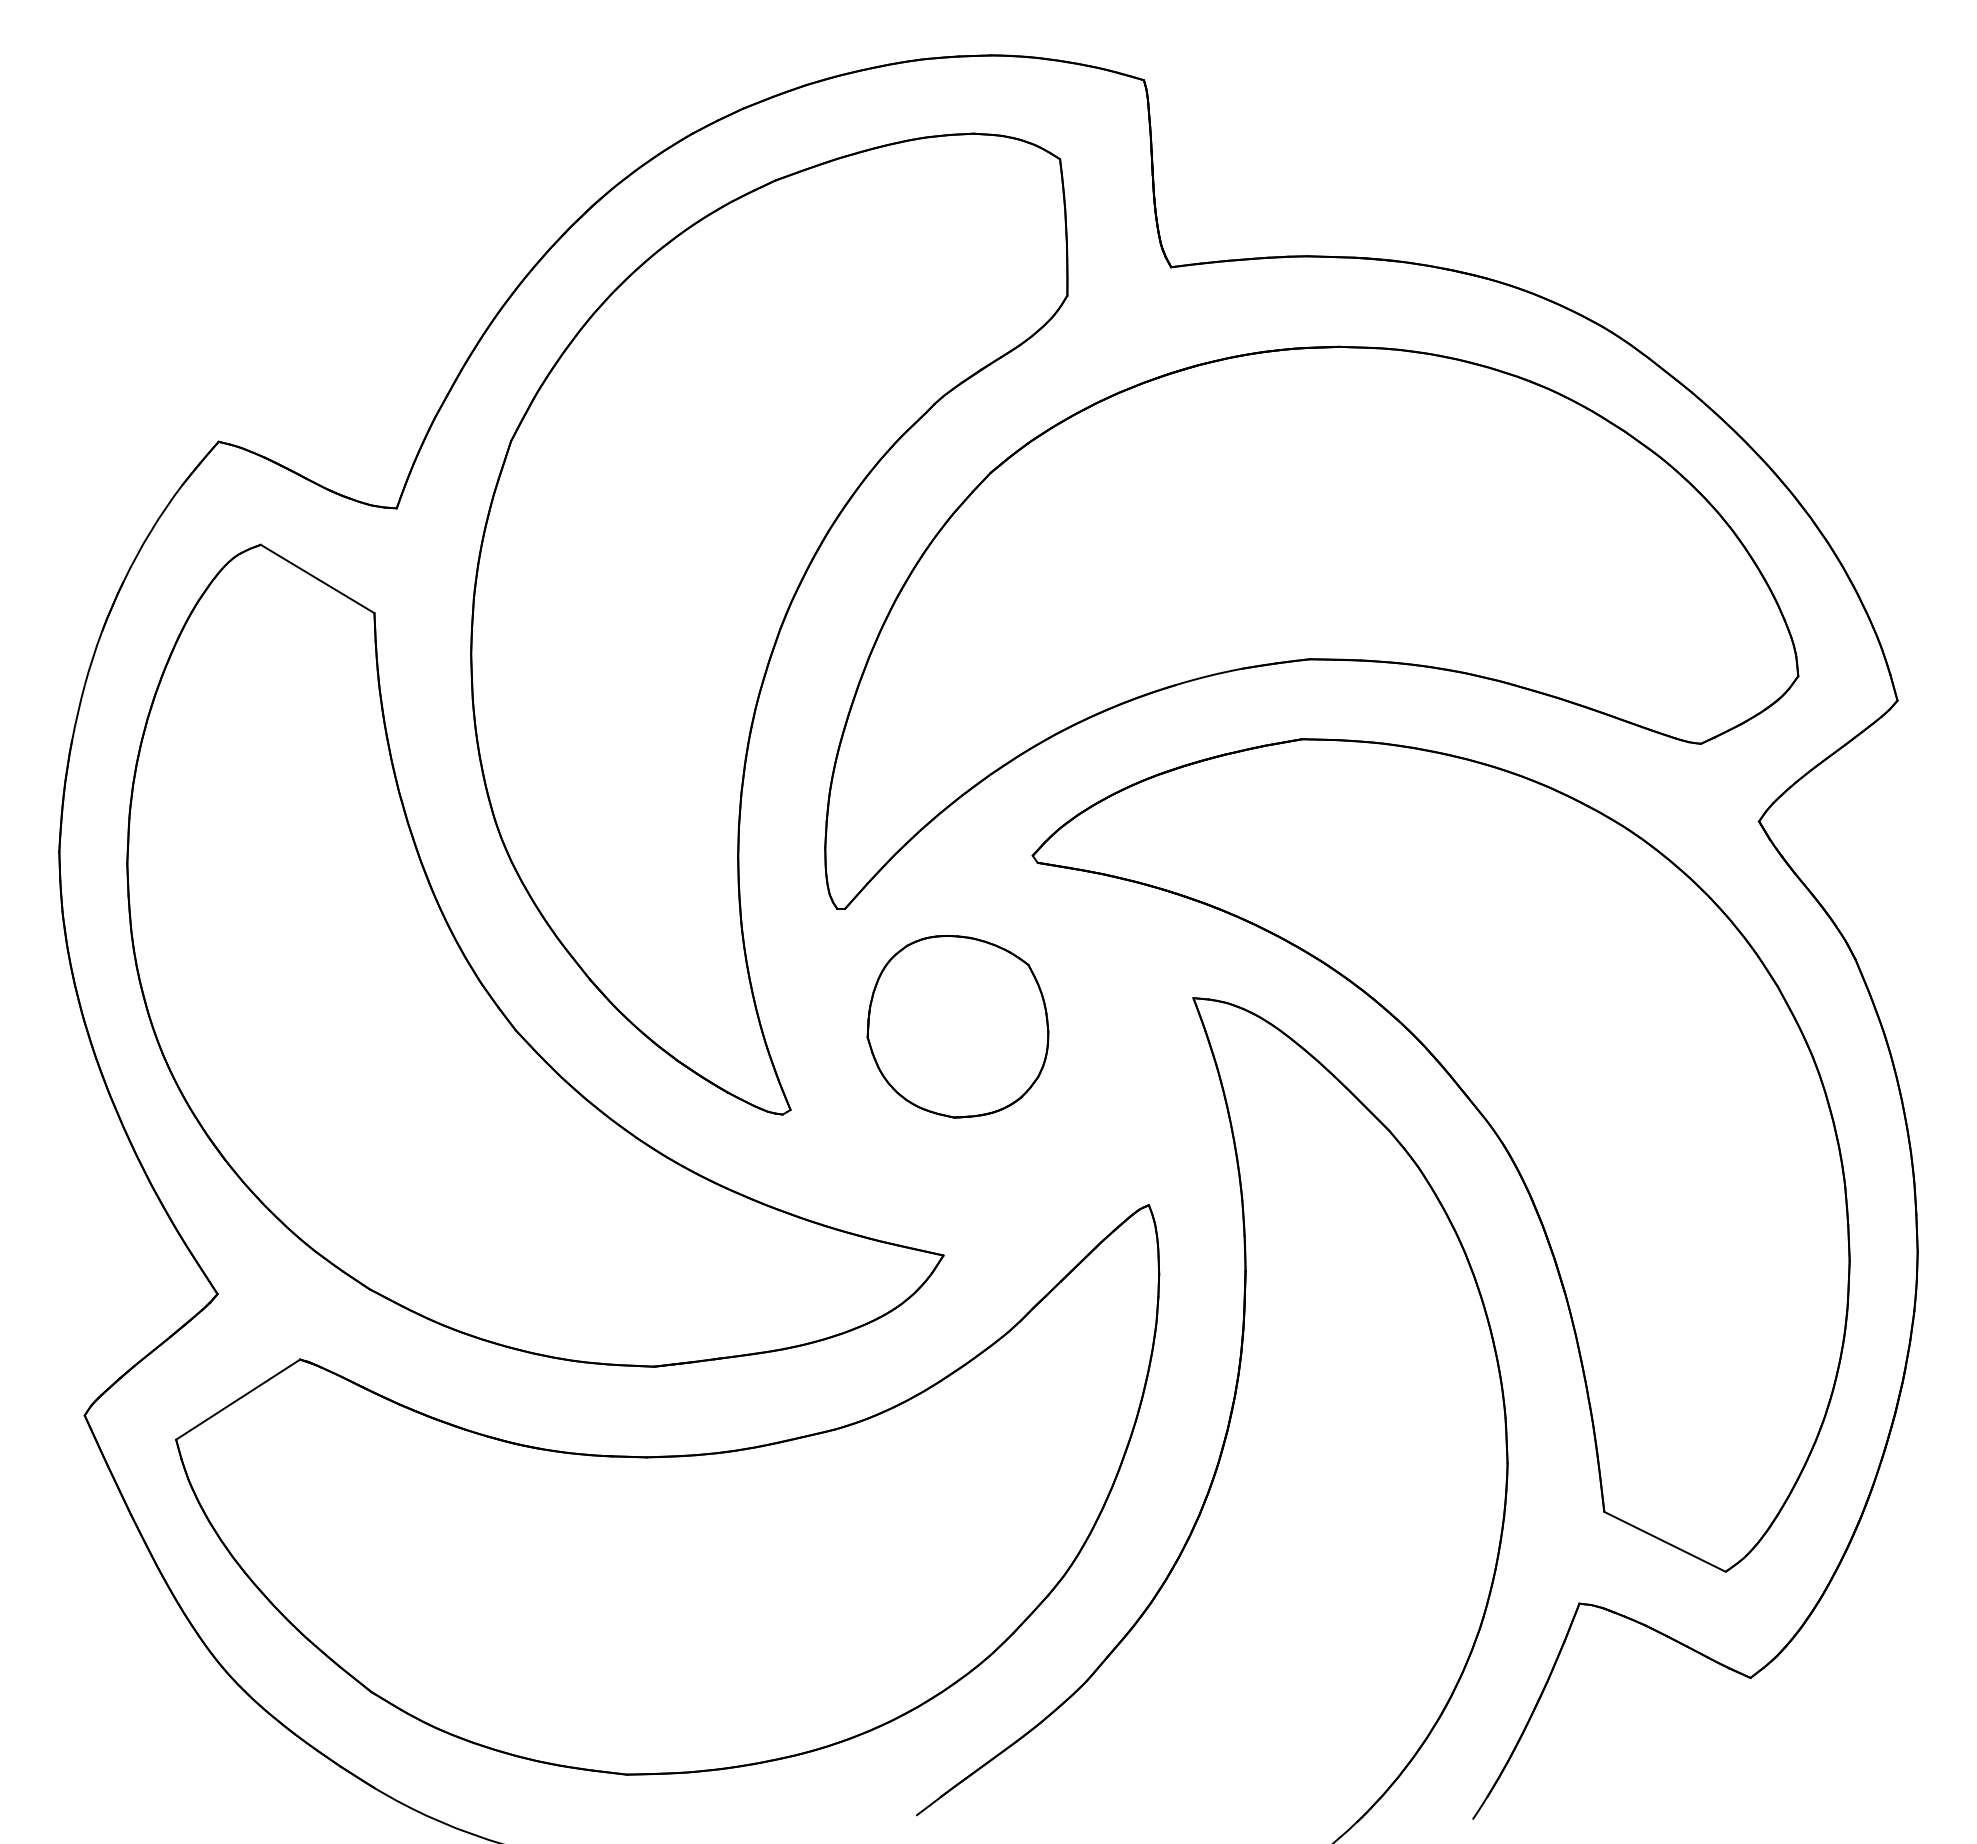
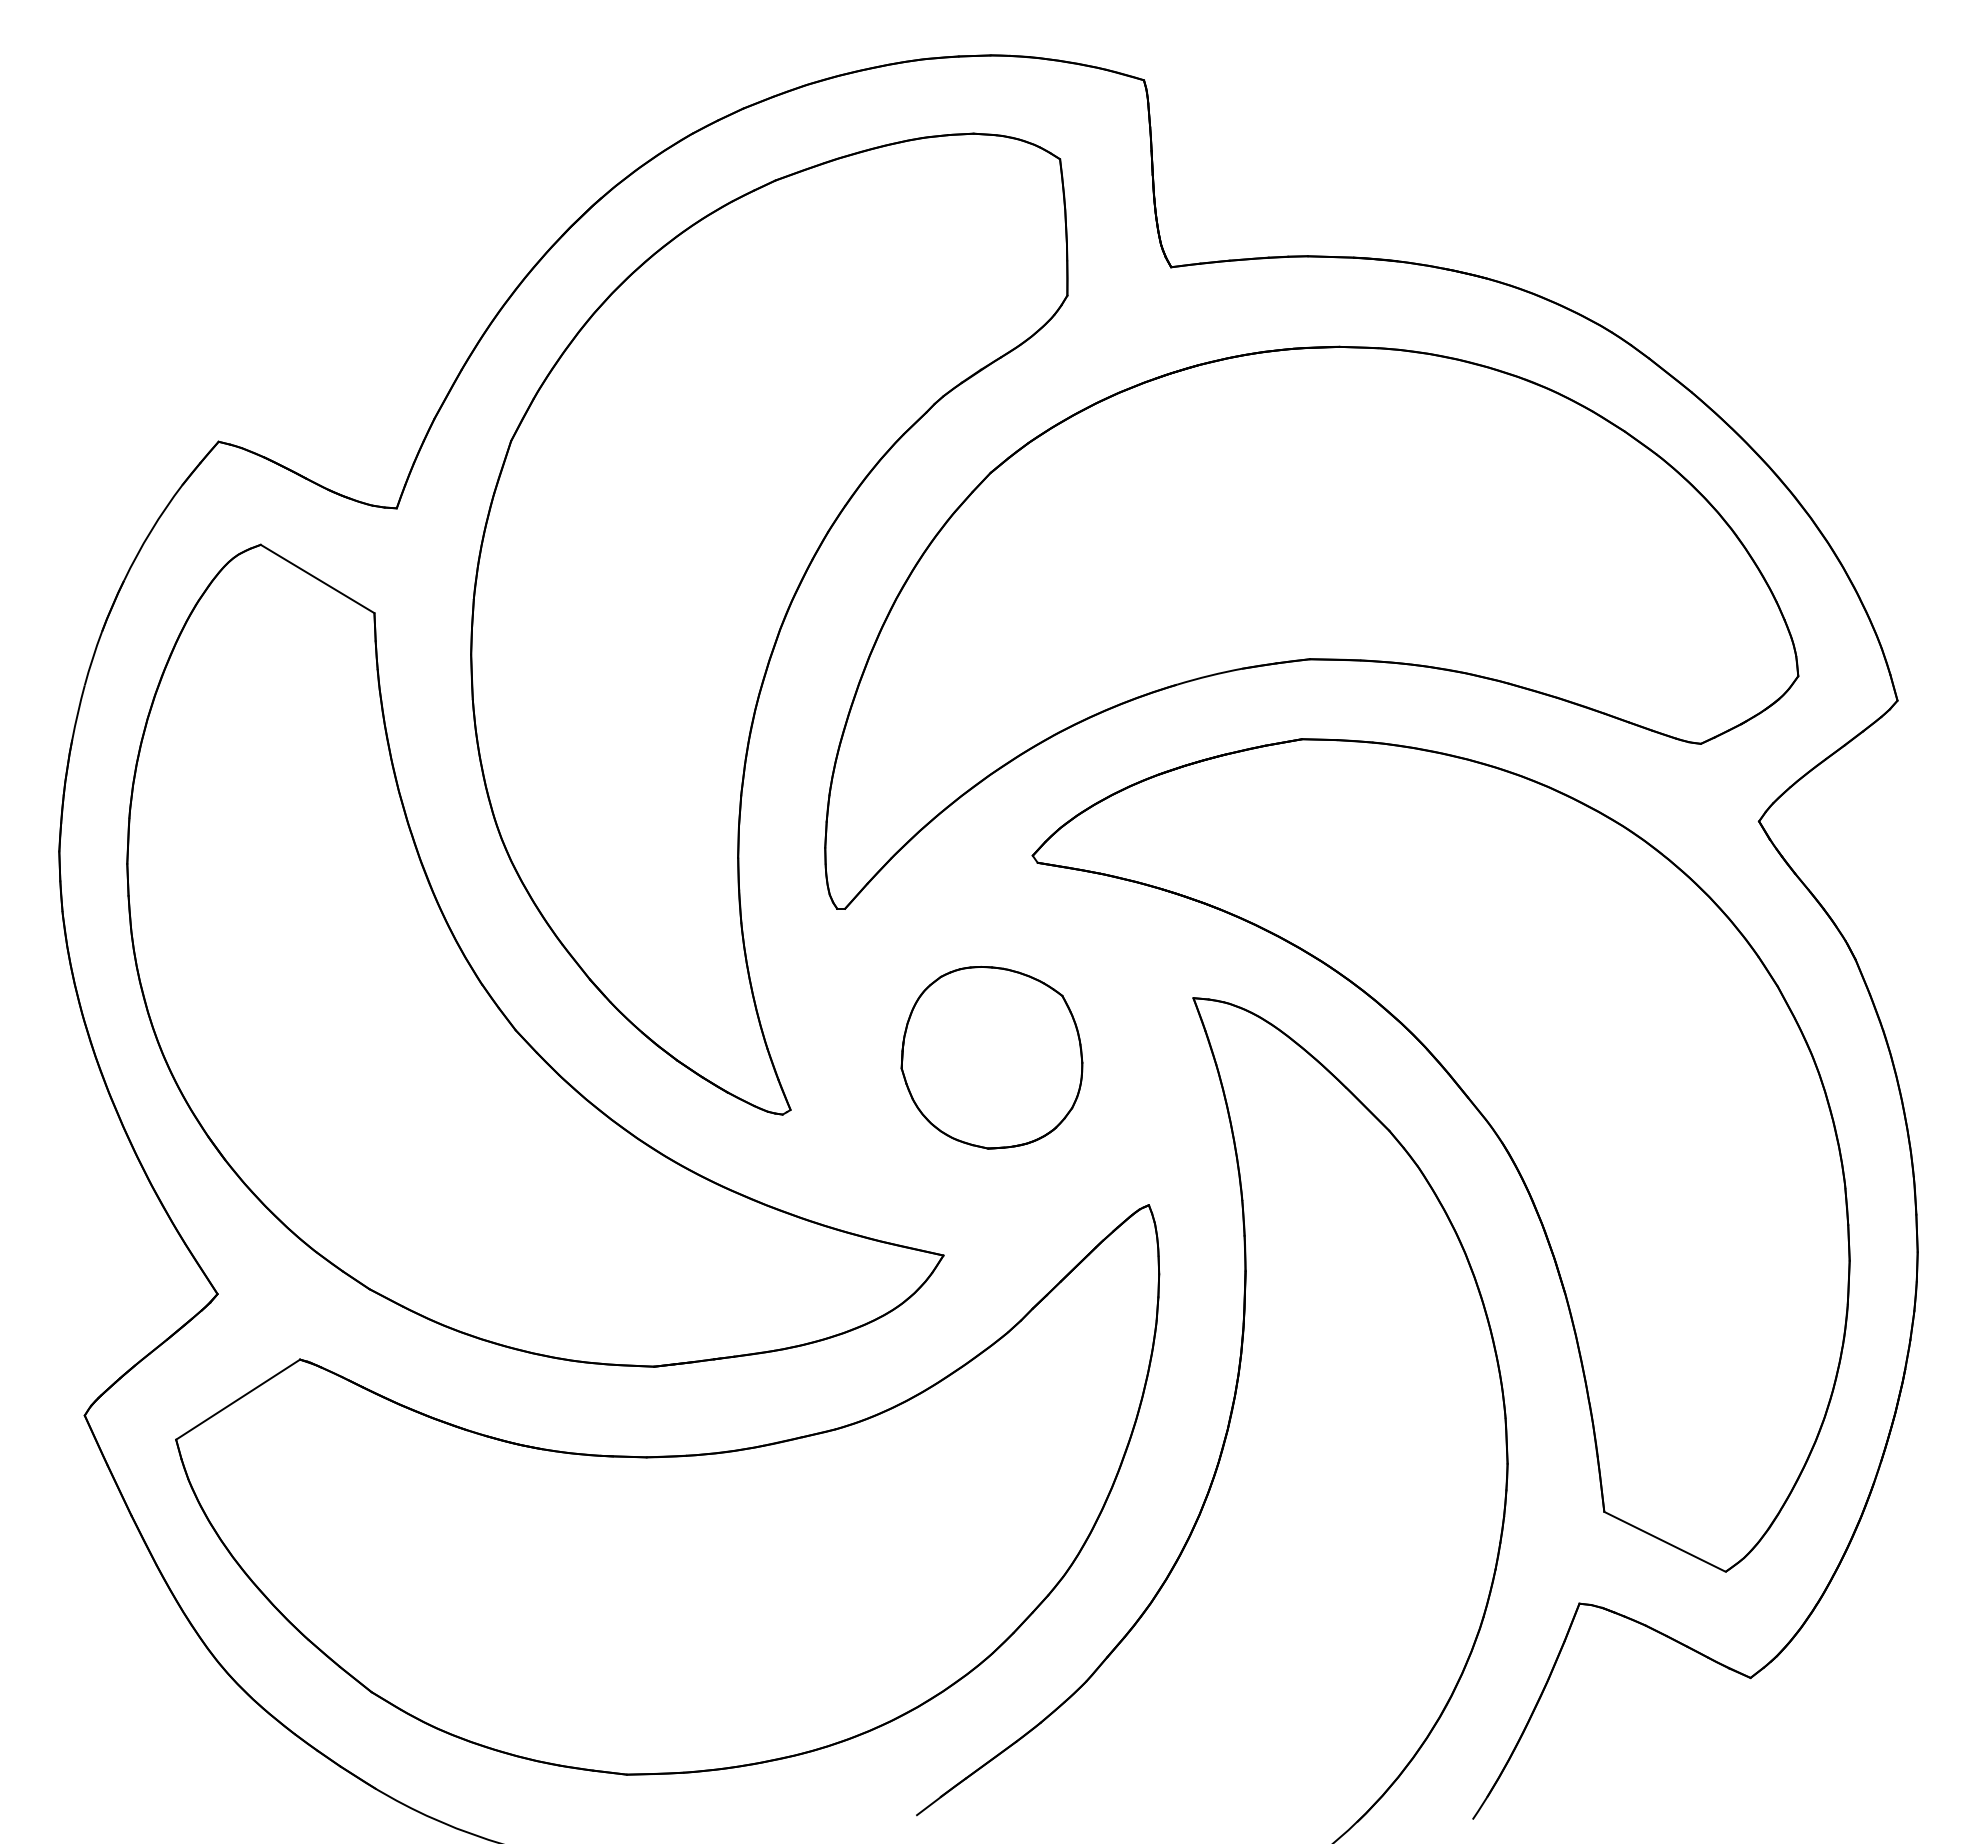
part at (957, 1026) position: (957, 1026) -> (991, 1057)
